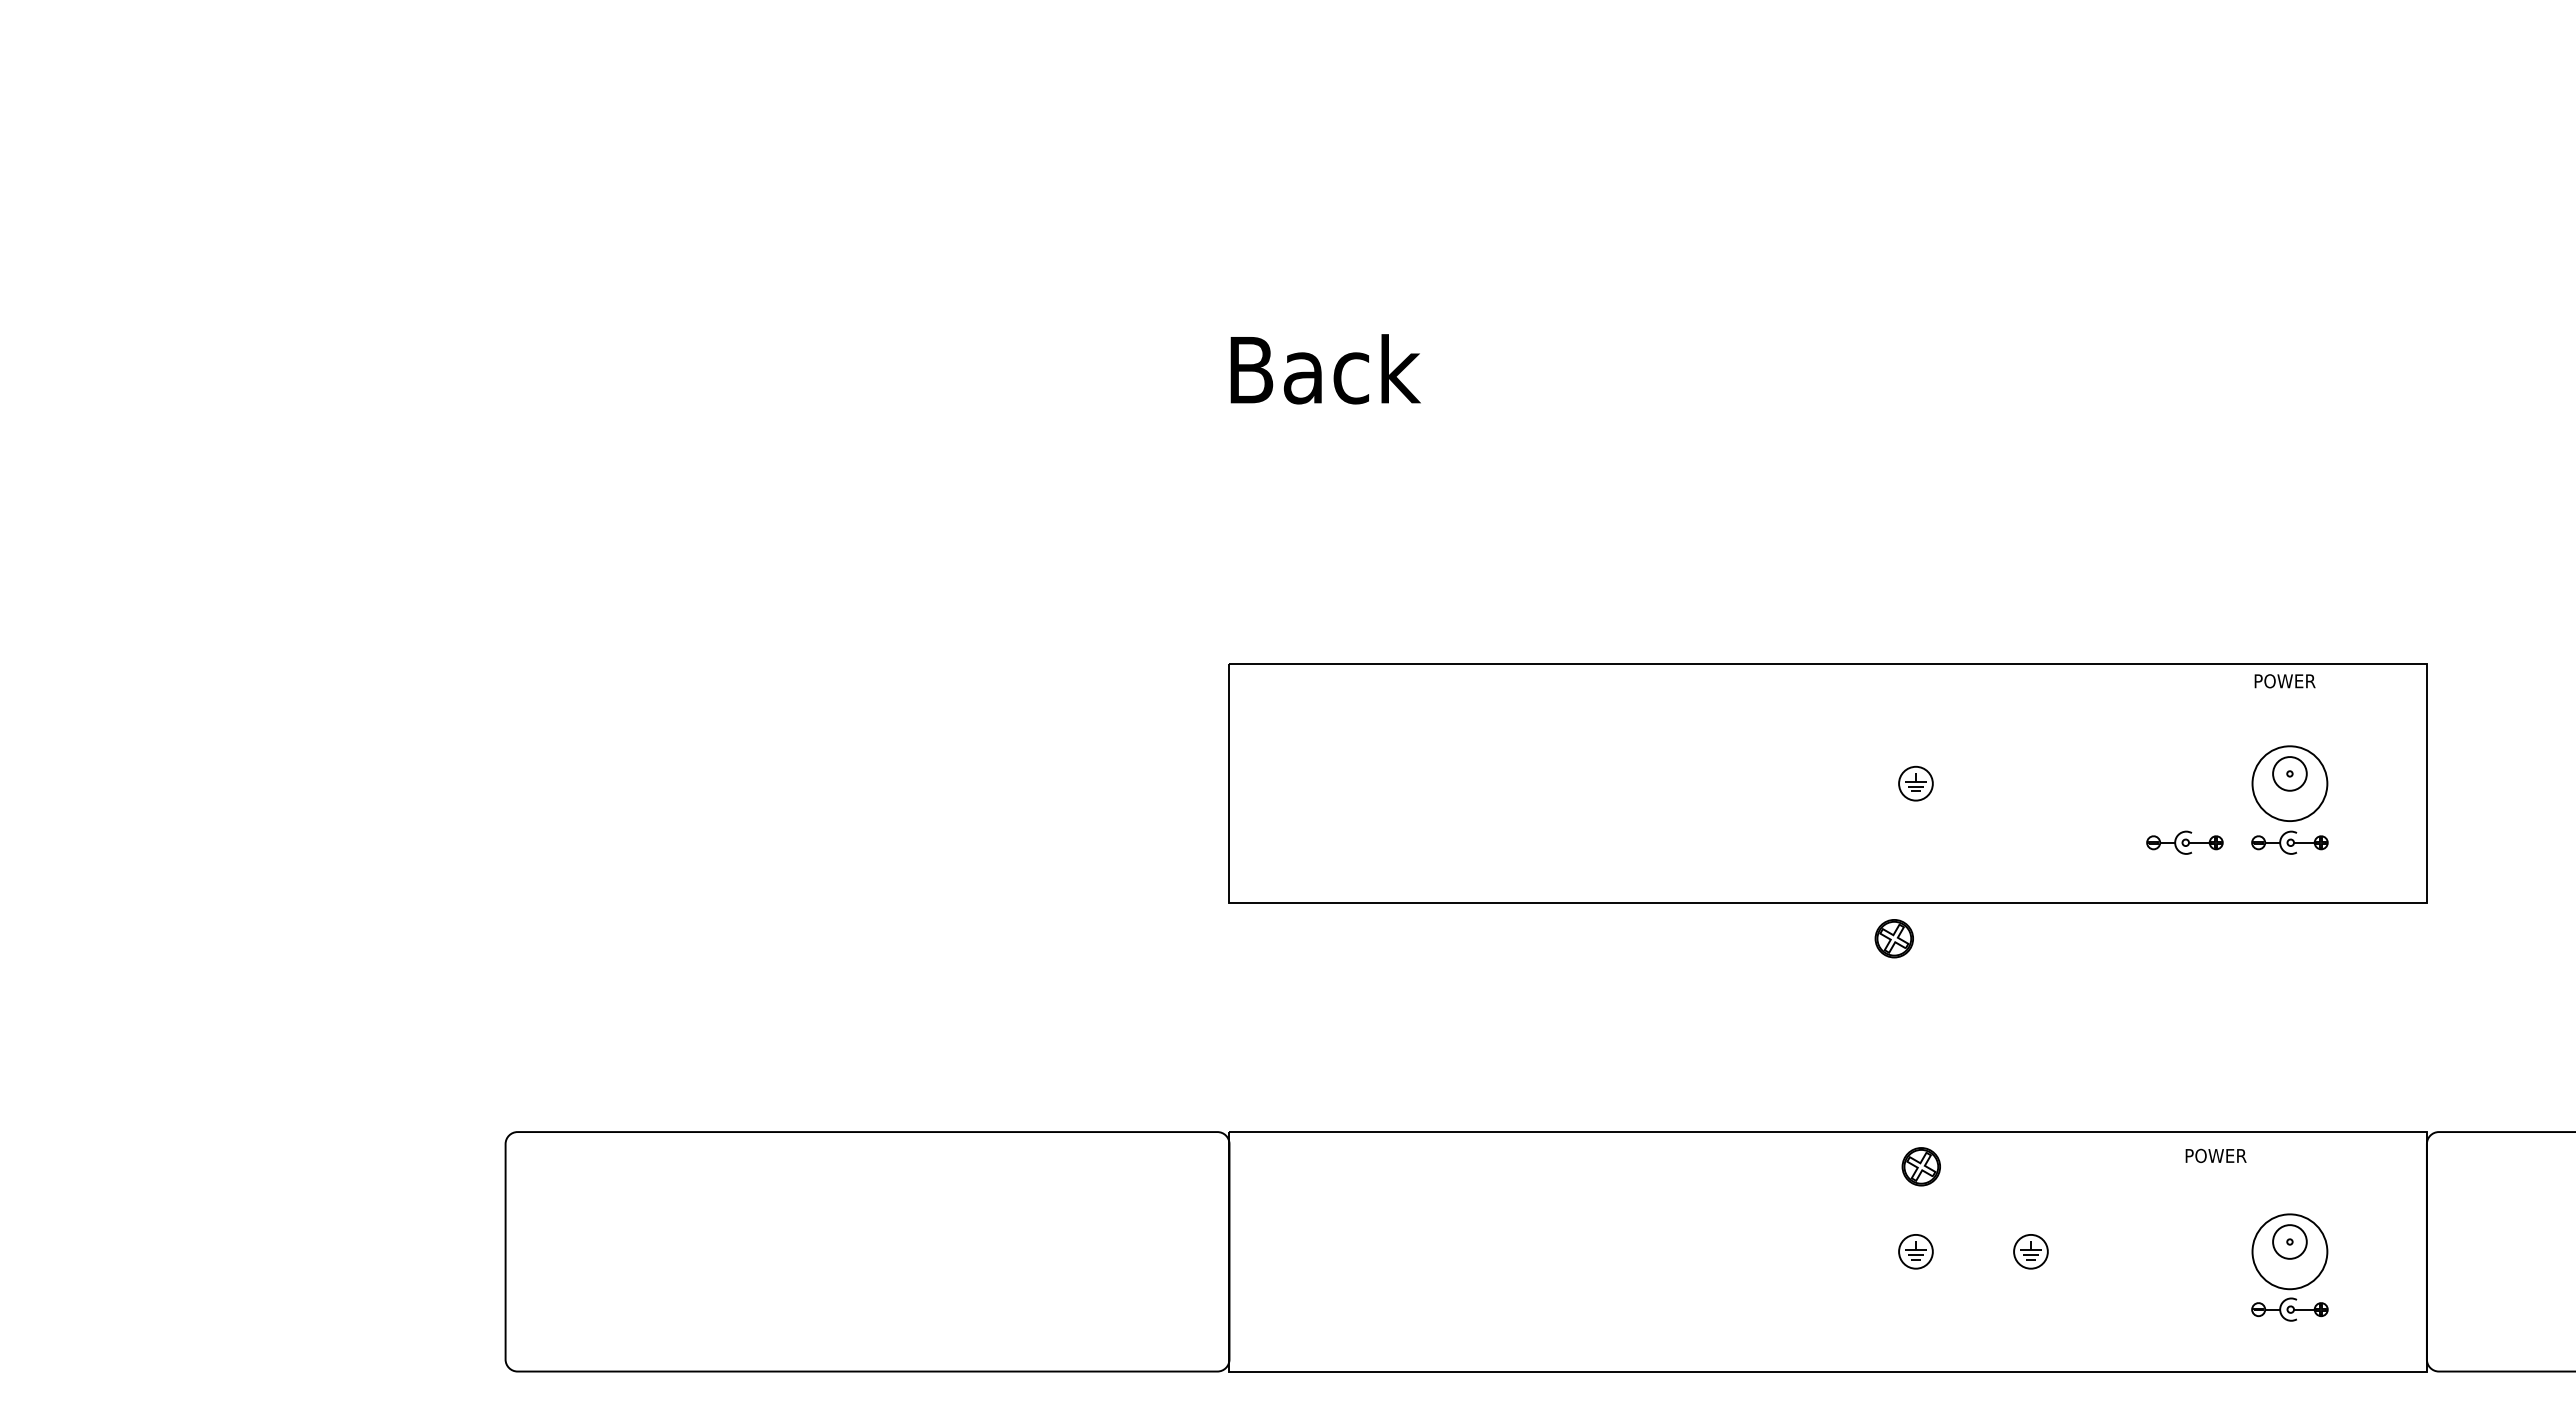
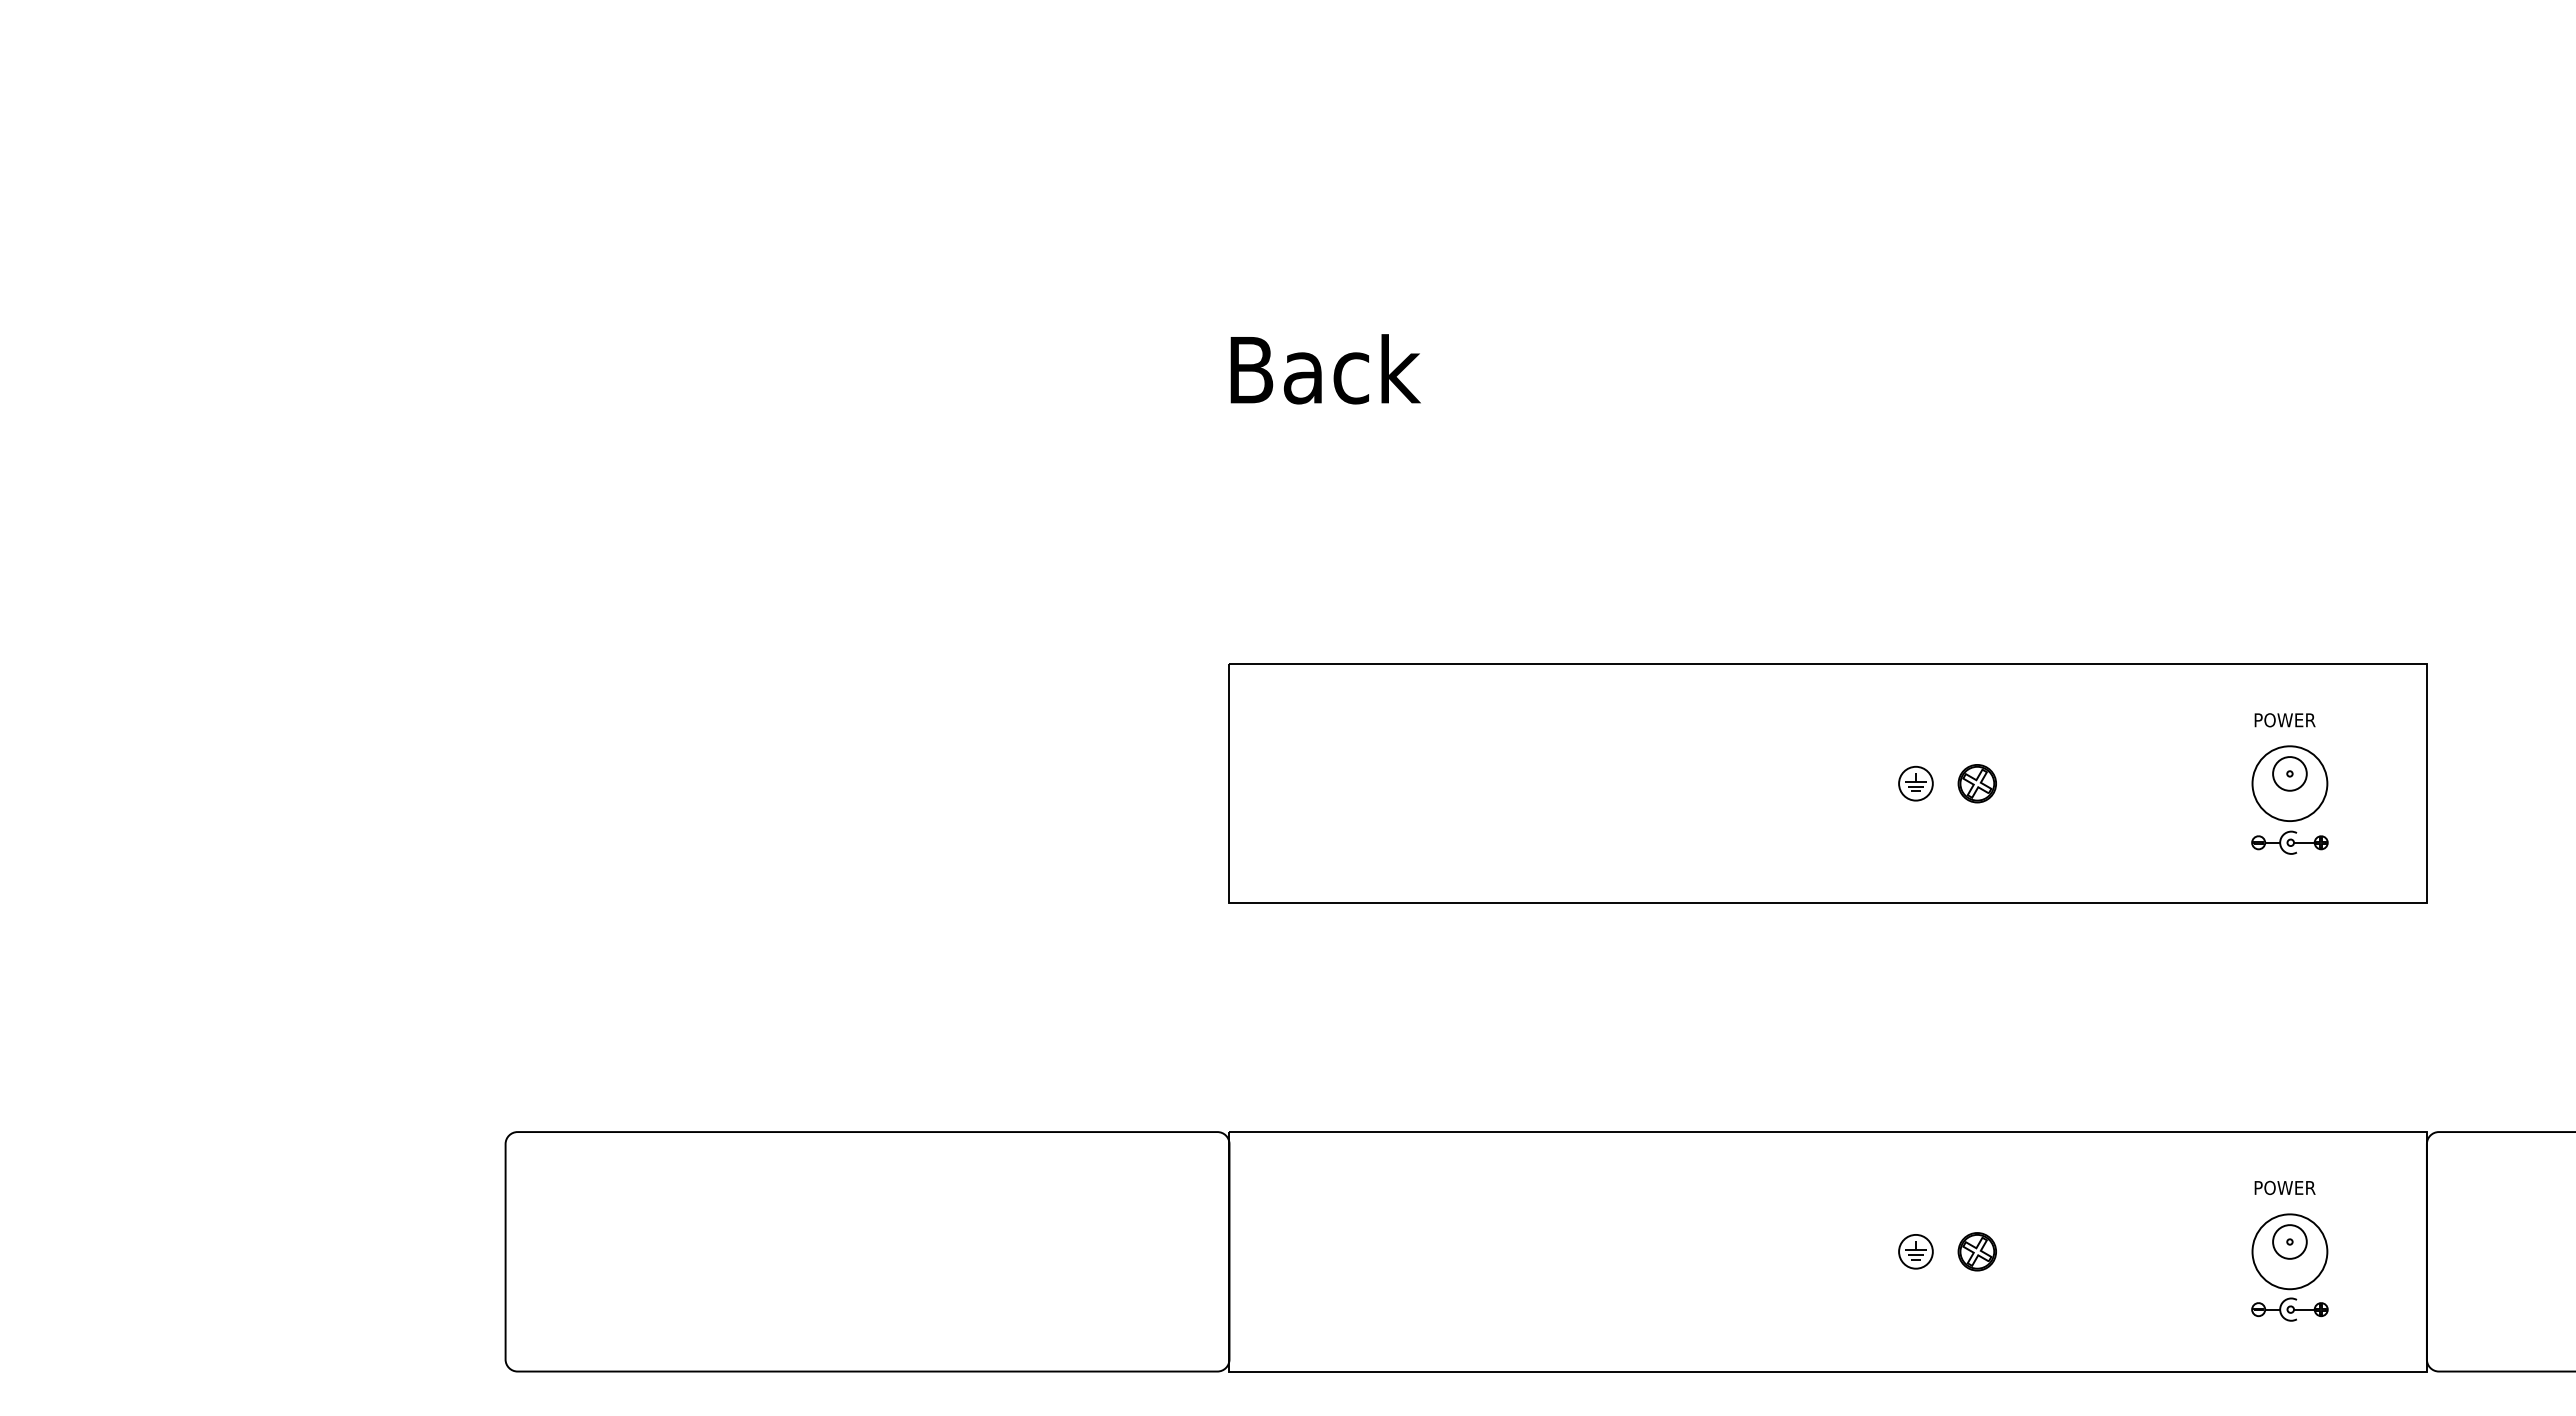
text at (2284, 681) position: (2284, 681) -> (2284, 720)
part at (2184, 842): present -> none
part at (1893, 938) position: (1893, 938) -> (1976, 783)
text at (2215, 1155) position: (2215, 1155) -> (2284, 1187)
part at (1920, 1166) position: (1920, 1166) -> (1976, 1251)
part at (2030, 1251): present -> none
